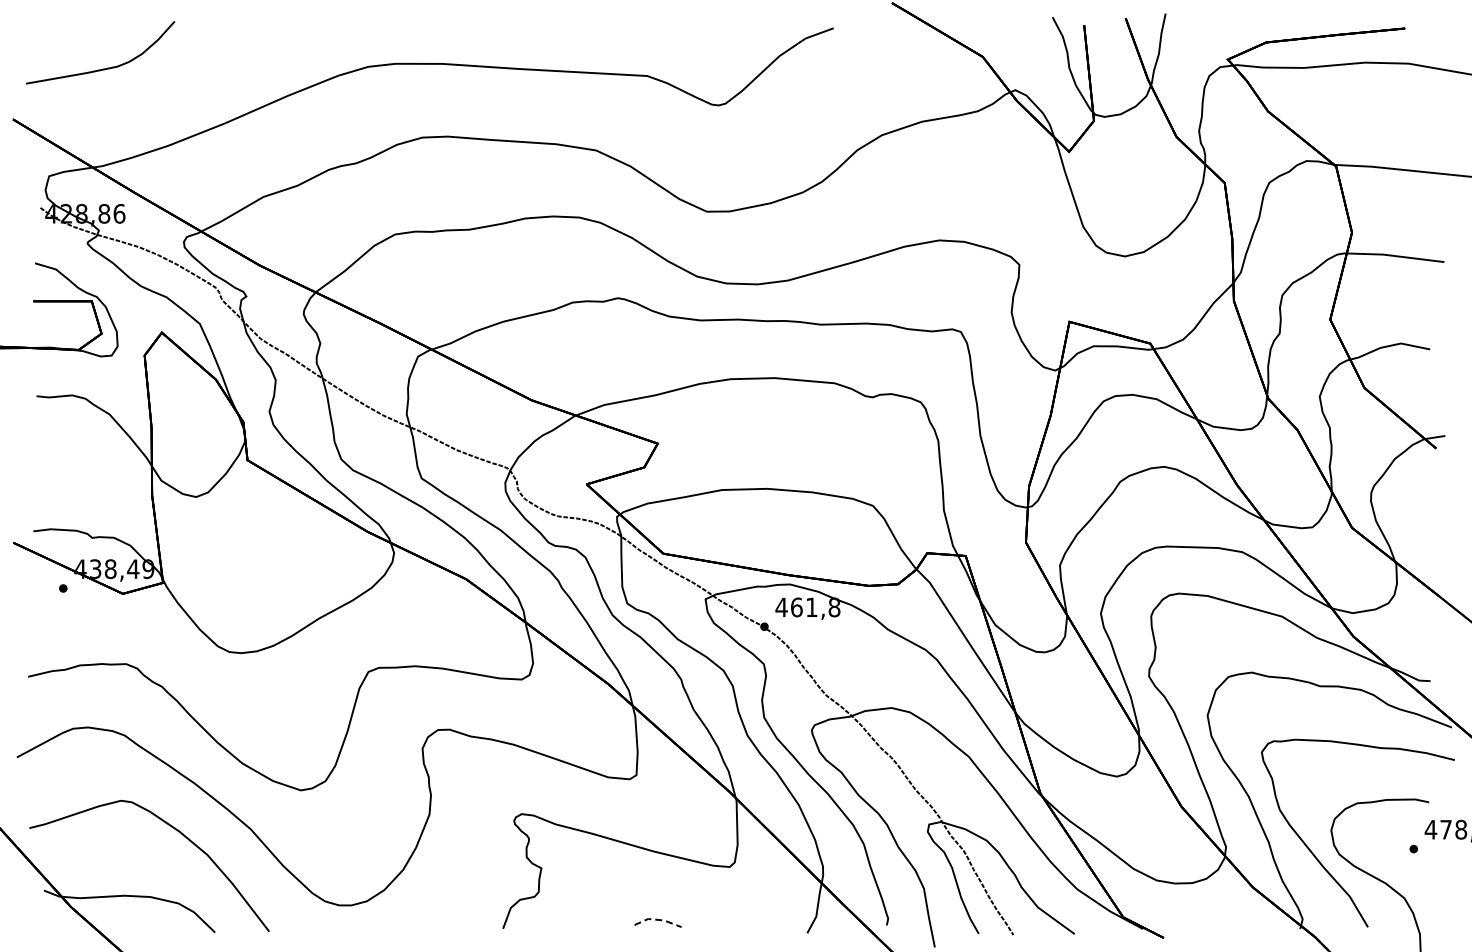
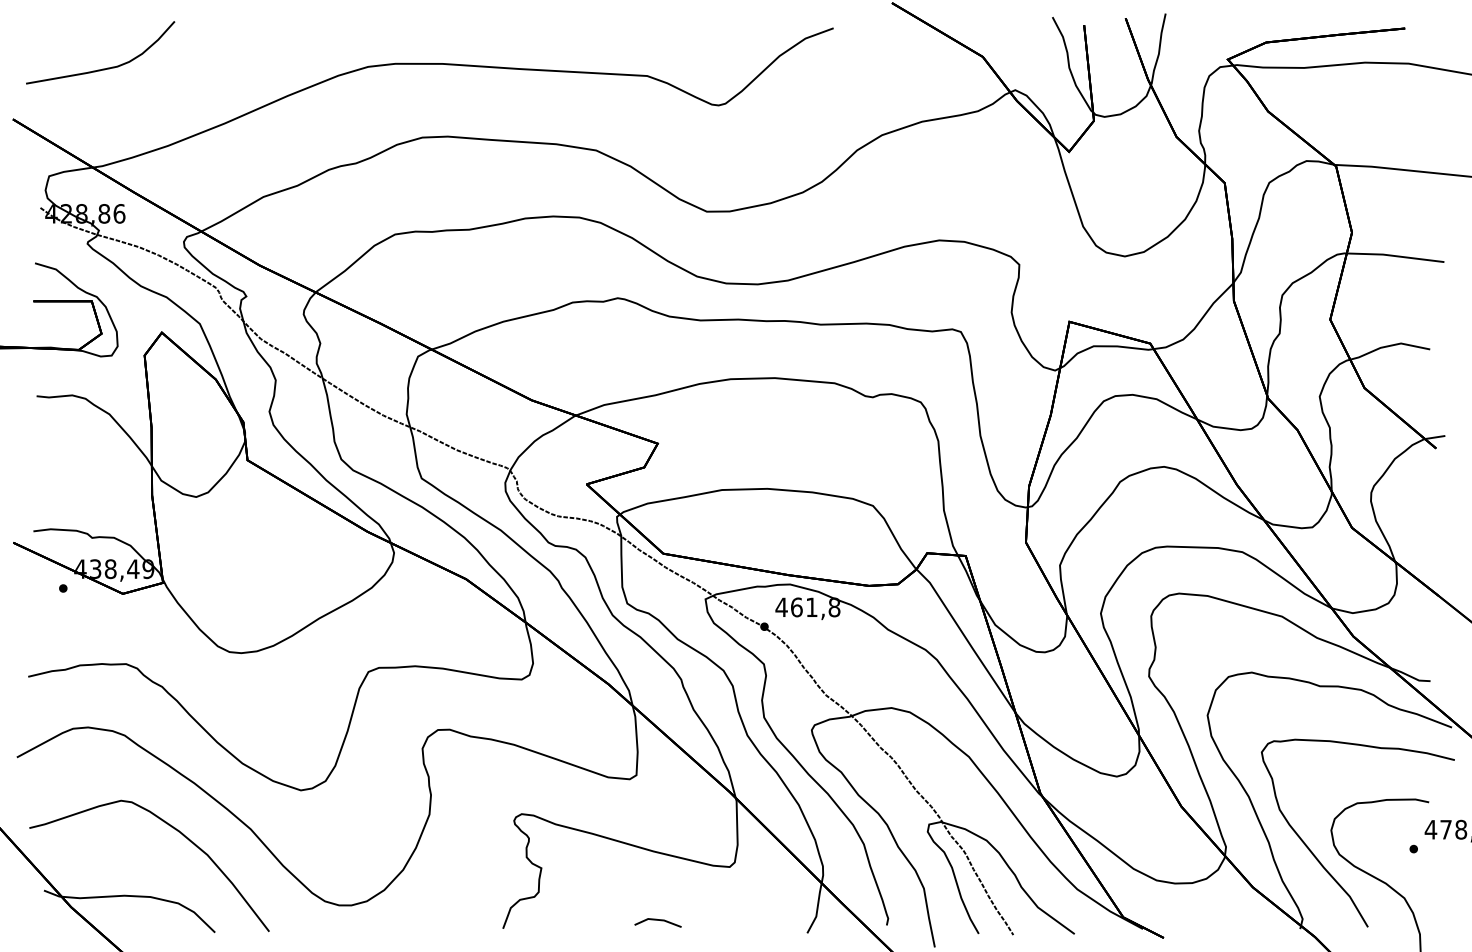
line at (658, 919): dashed -> solid
